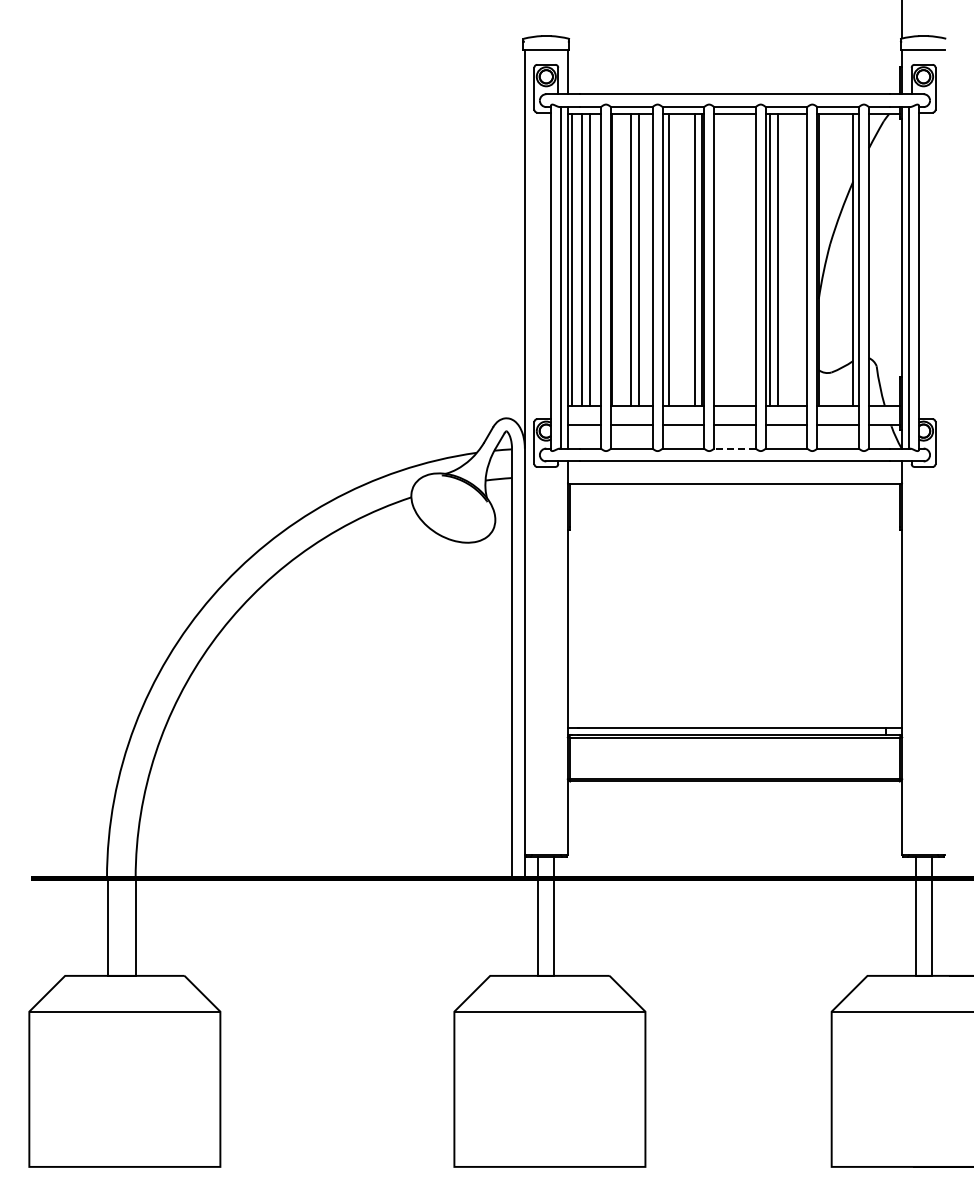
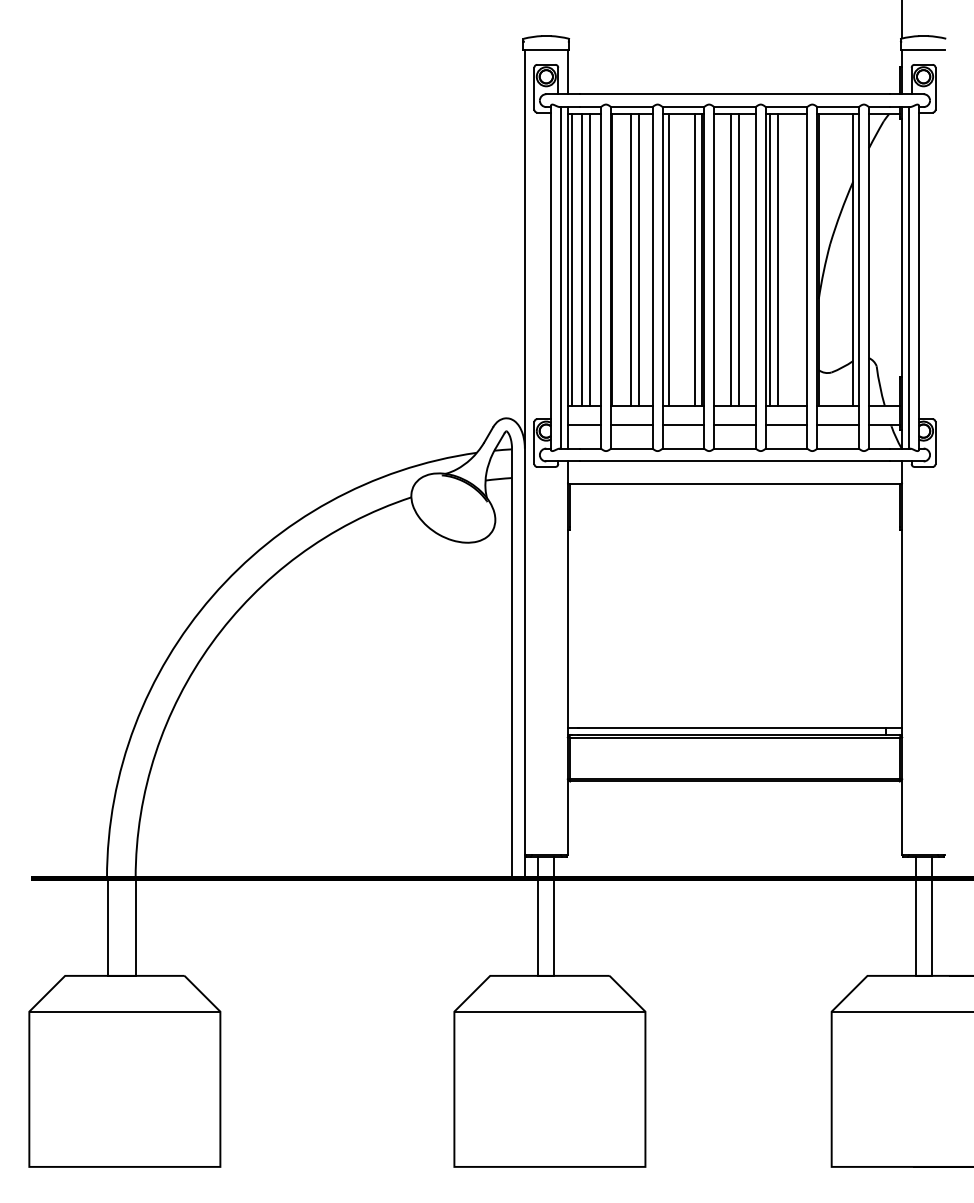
line at (731, 259): none -> present
line at (739, 259): none -> present
line at (734, 448): dashed -> solid
